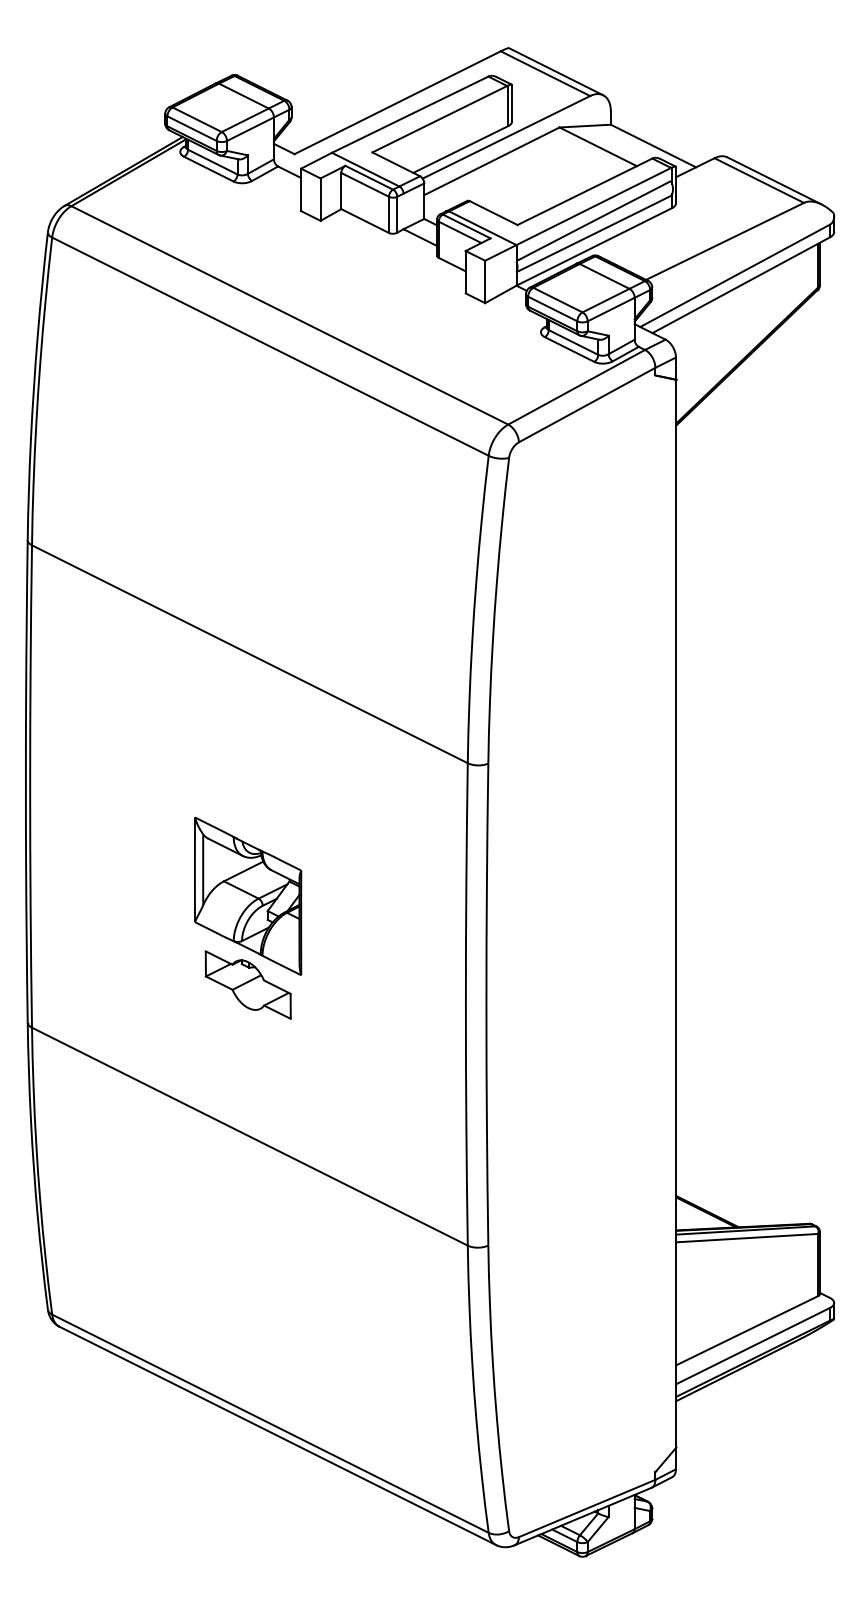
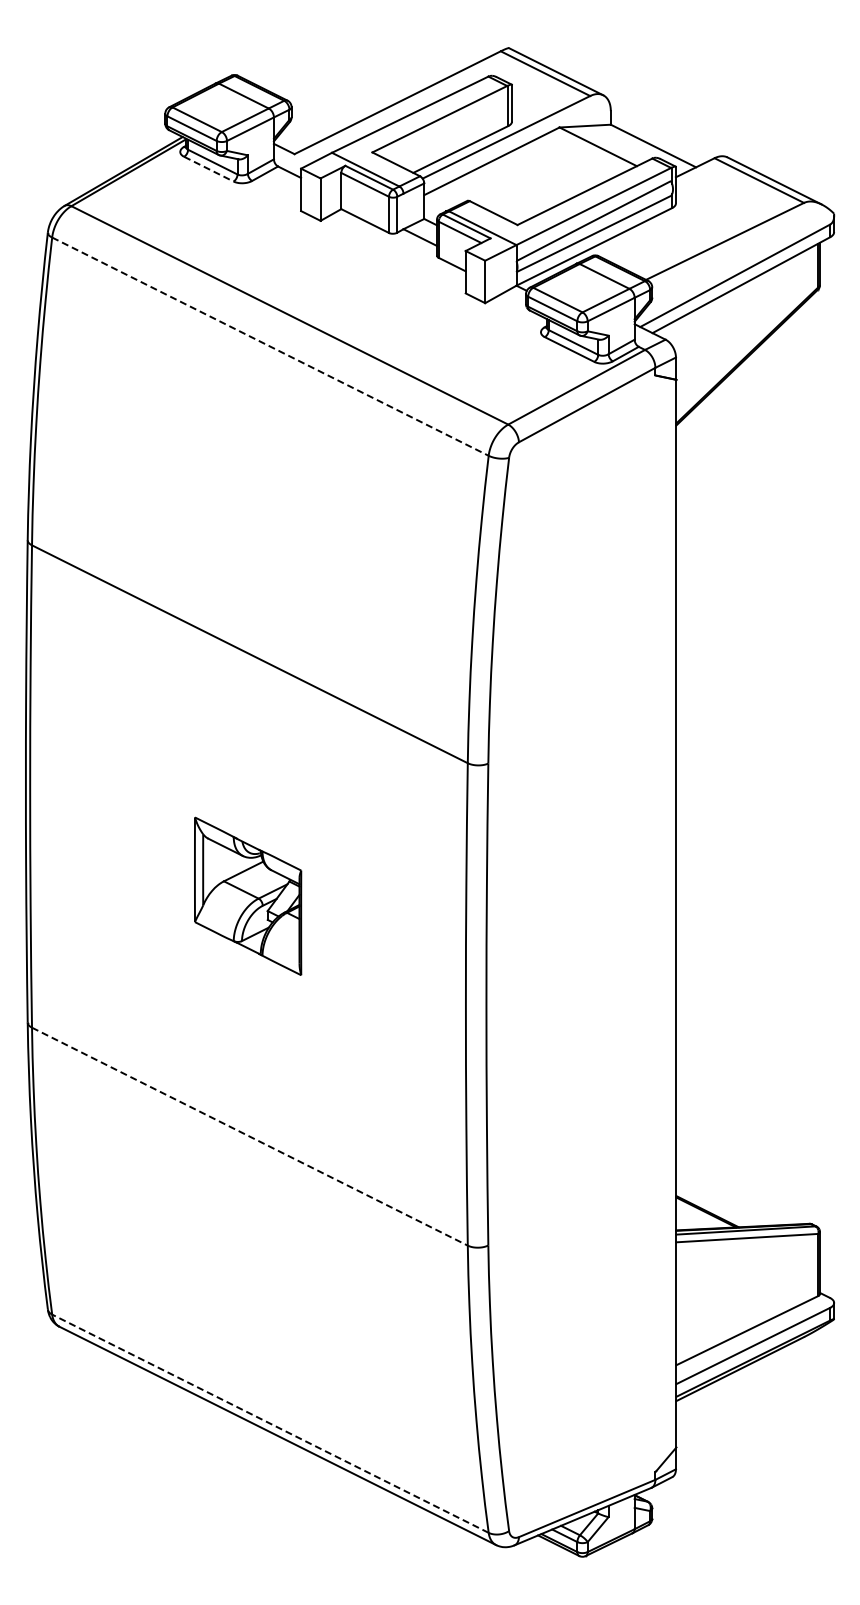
line at (208, 169): solid -> dashed
line at (270, 346): solid -> dashed
part at (247, 984): present -> none
line at (249, 1136): solid -> dashed
line at (270, 1423): solid -> dashed
